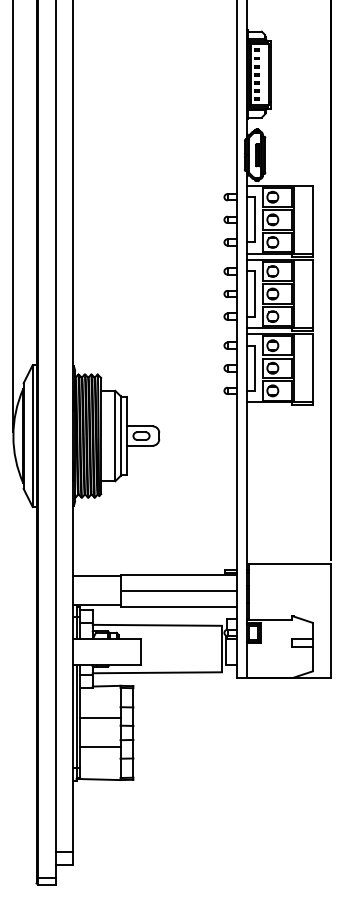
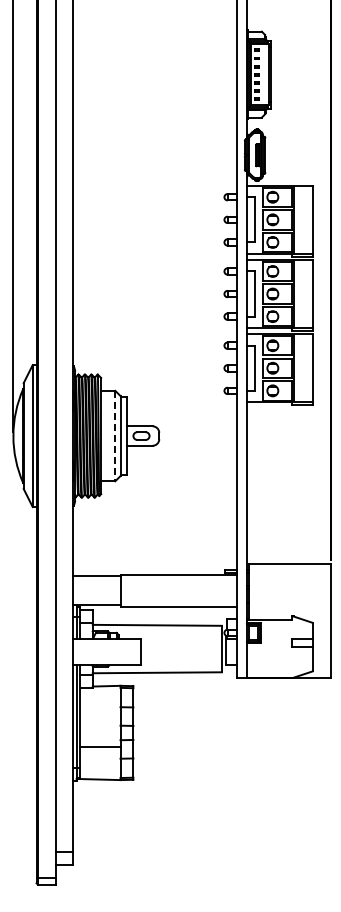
line at (115, 436): solid -> dashed
line at (178, 590): present -> none
line at (99, 718): present -> none
